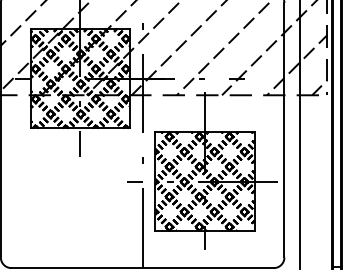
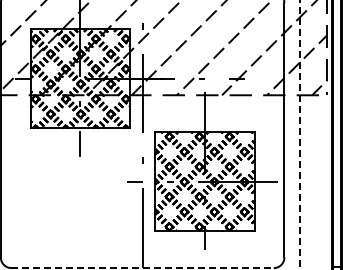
line at (300, 135): solid -> dashed
line at (143, 268): solid -> dashed
